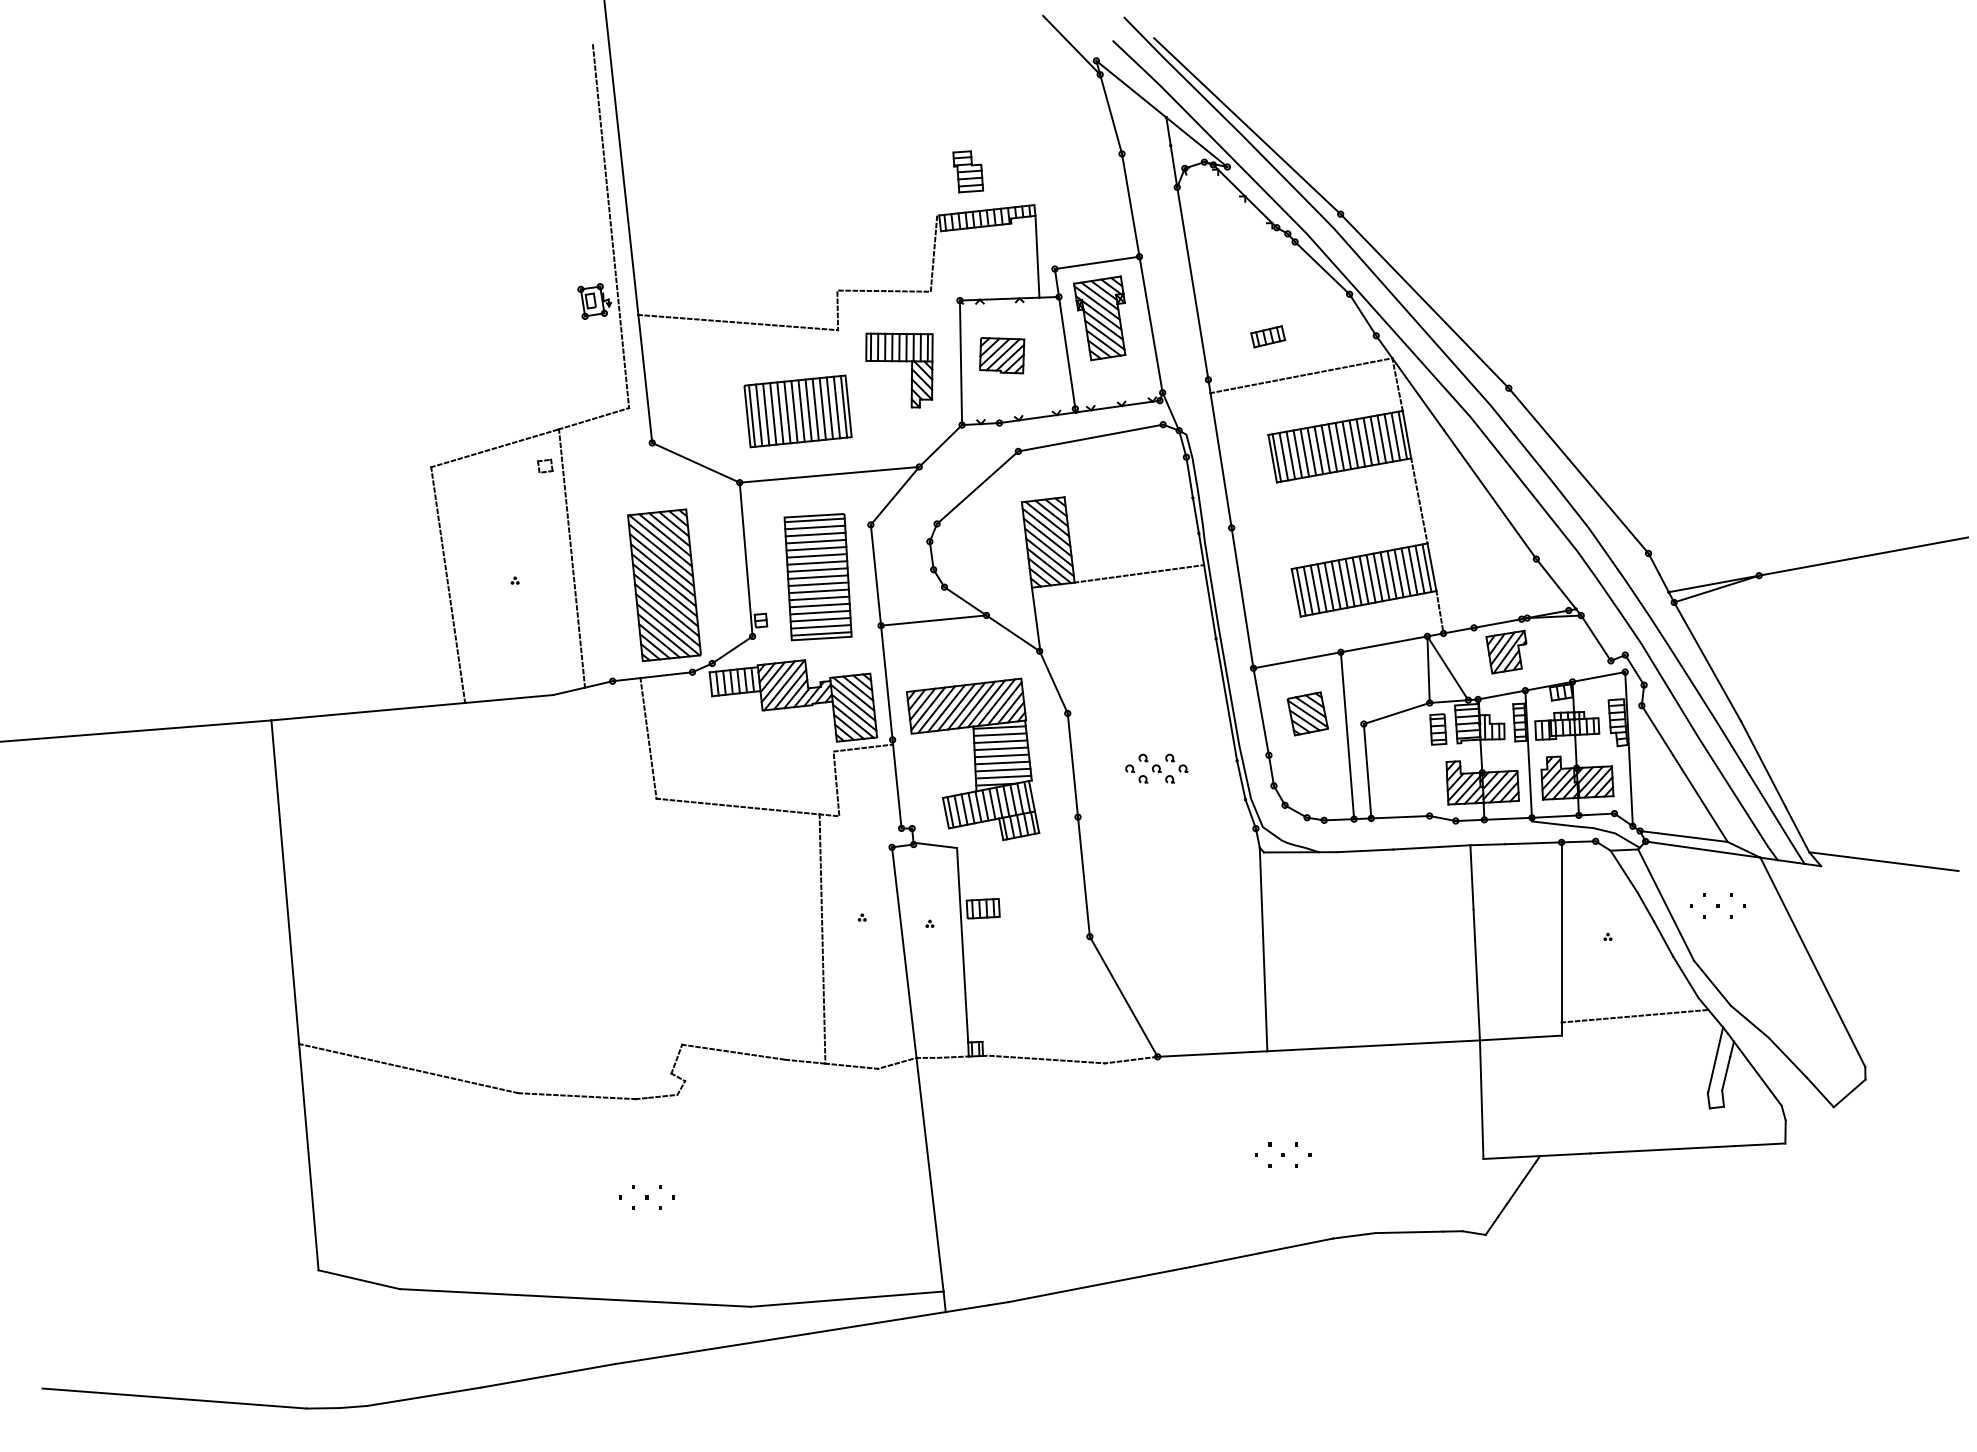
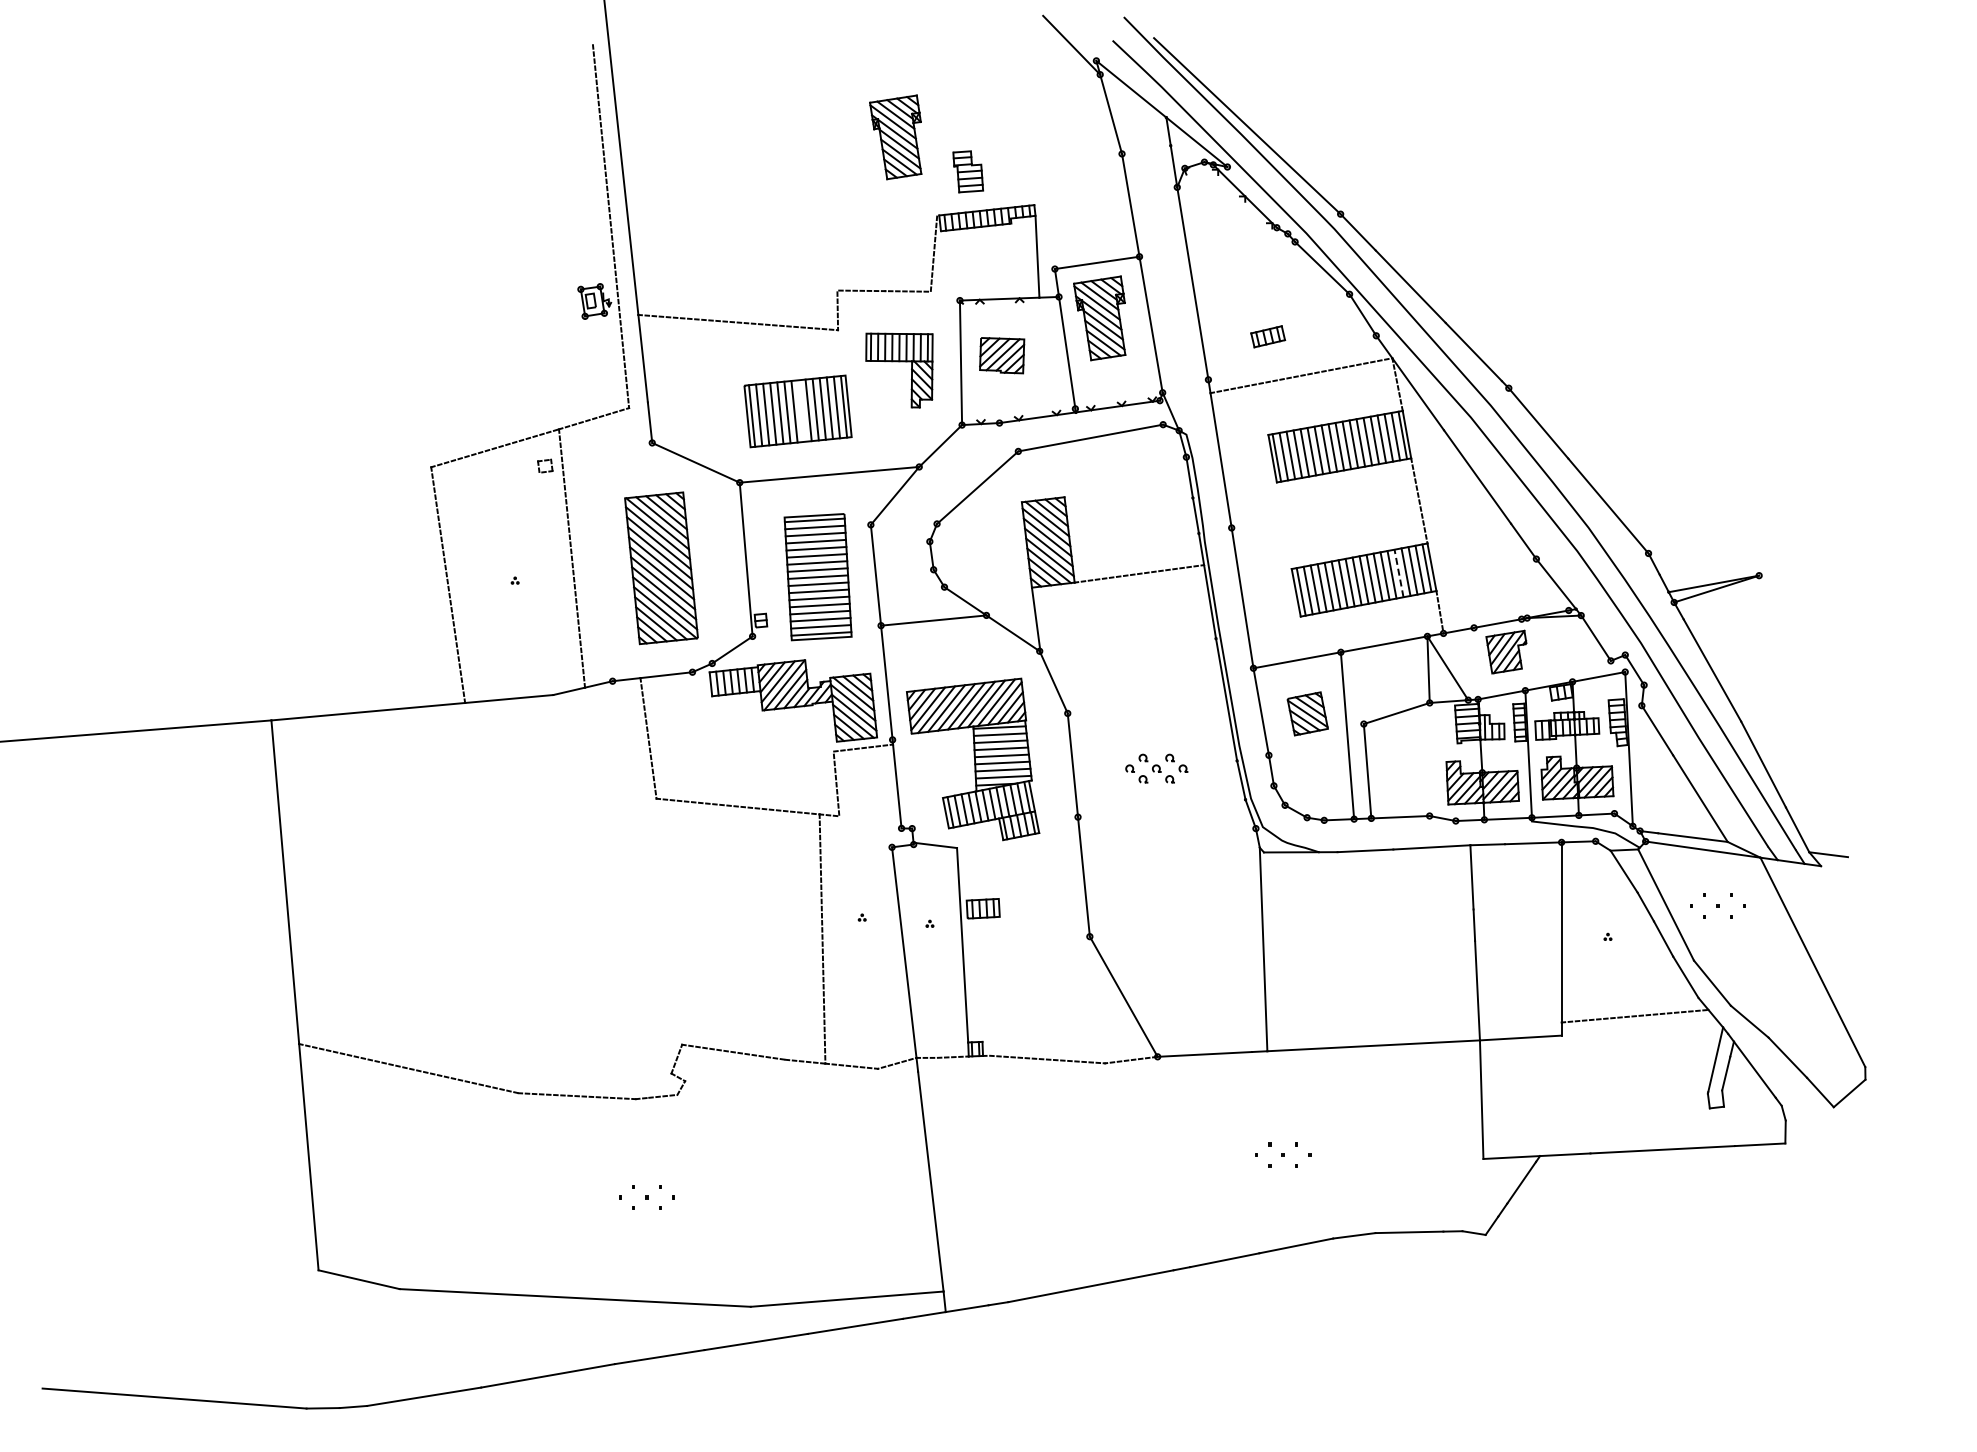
part at (895, 137): none -> present
line at (801, 410): present -> none
line at (1863, 556): present -> none
line at (1398, 573): solid -> dashed
part at (664, 585) position: (664, 585) -> (661, 568)
part at (1438, 729): present -> none
line at (1903, 864): present -> none
